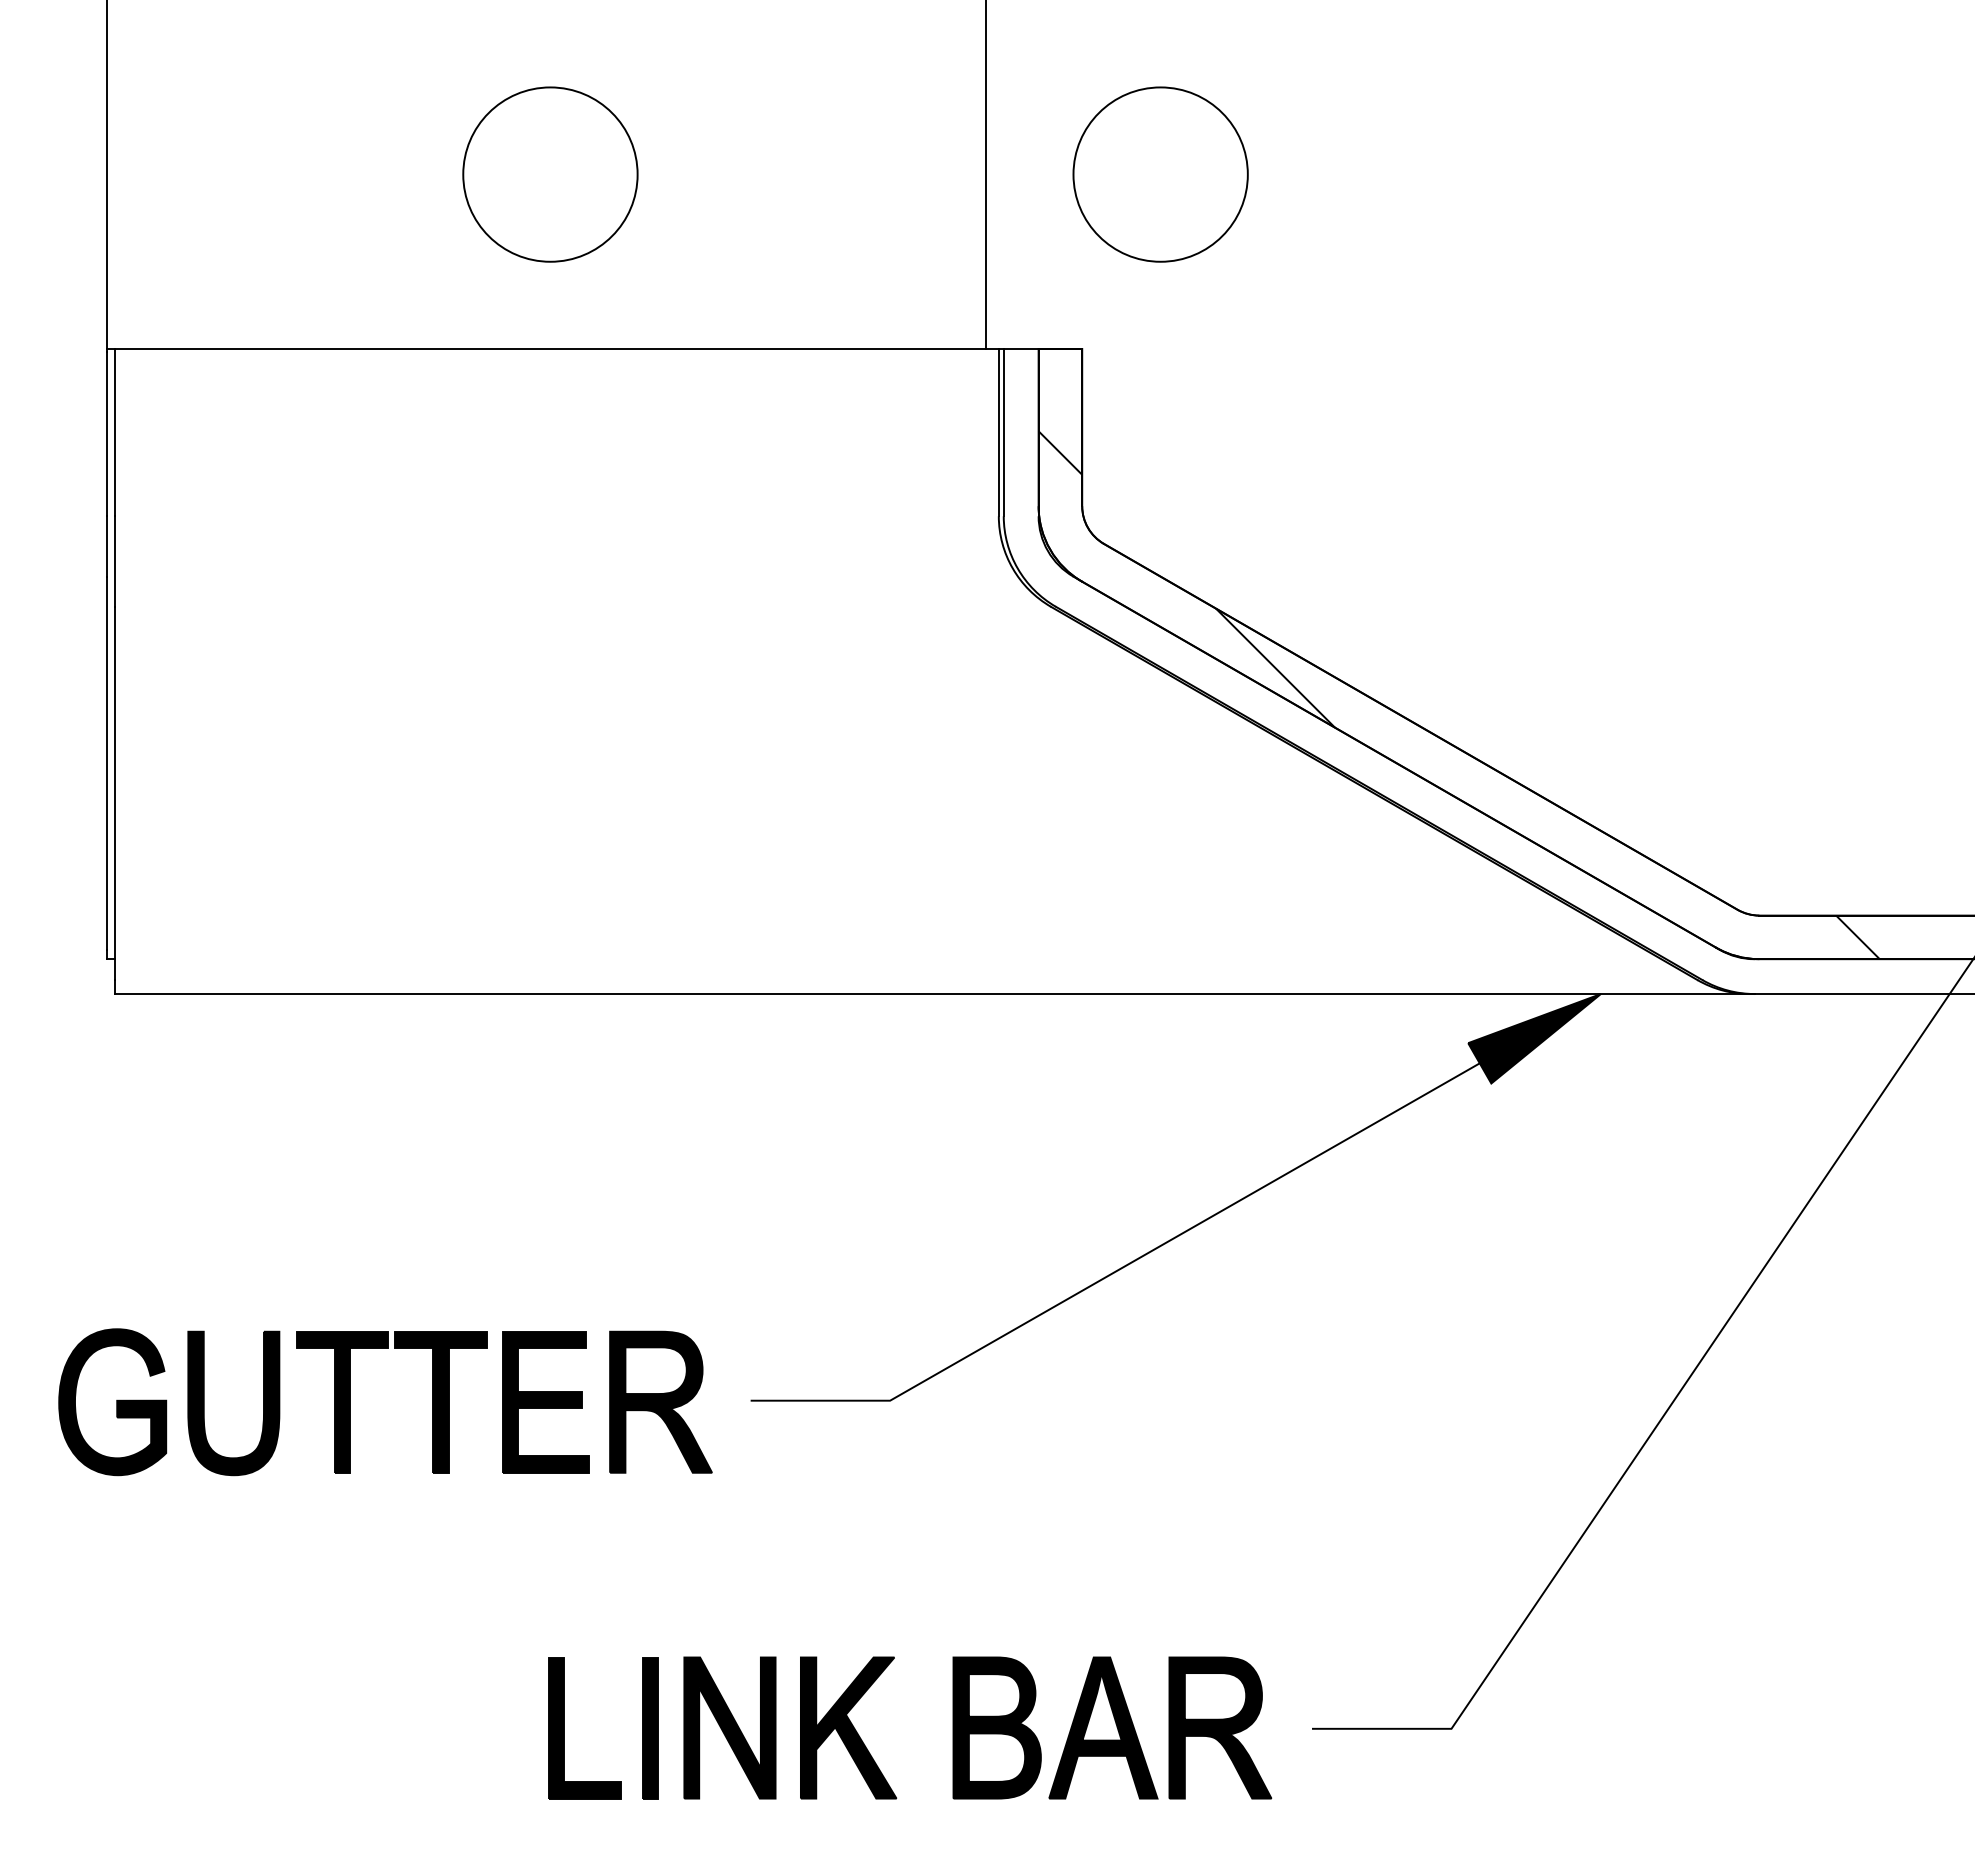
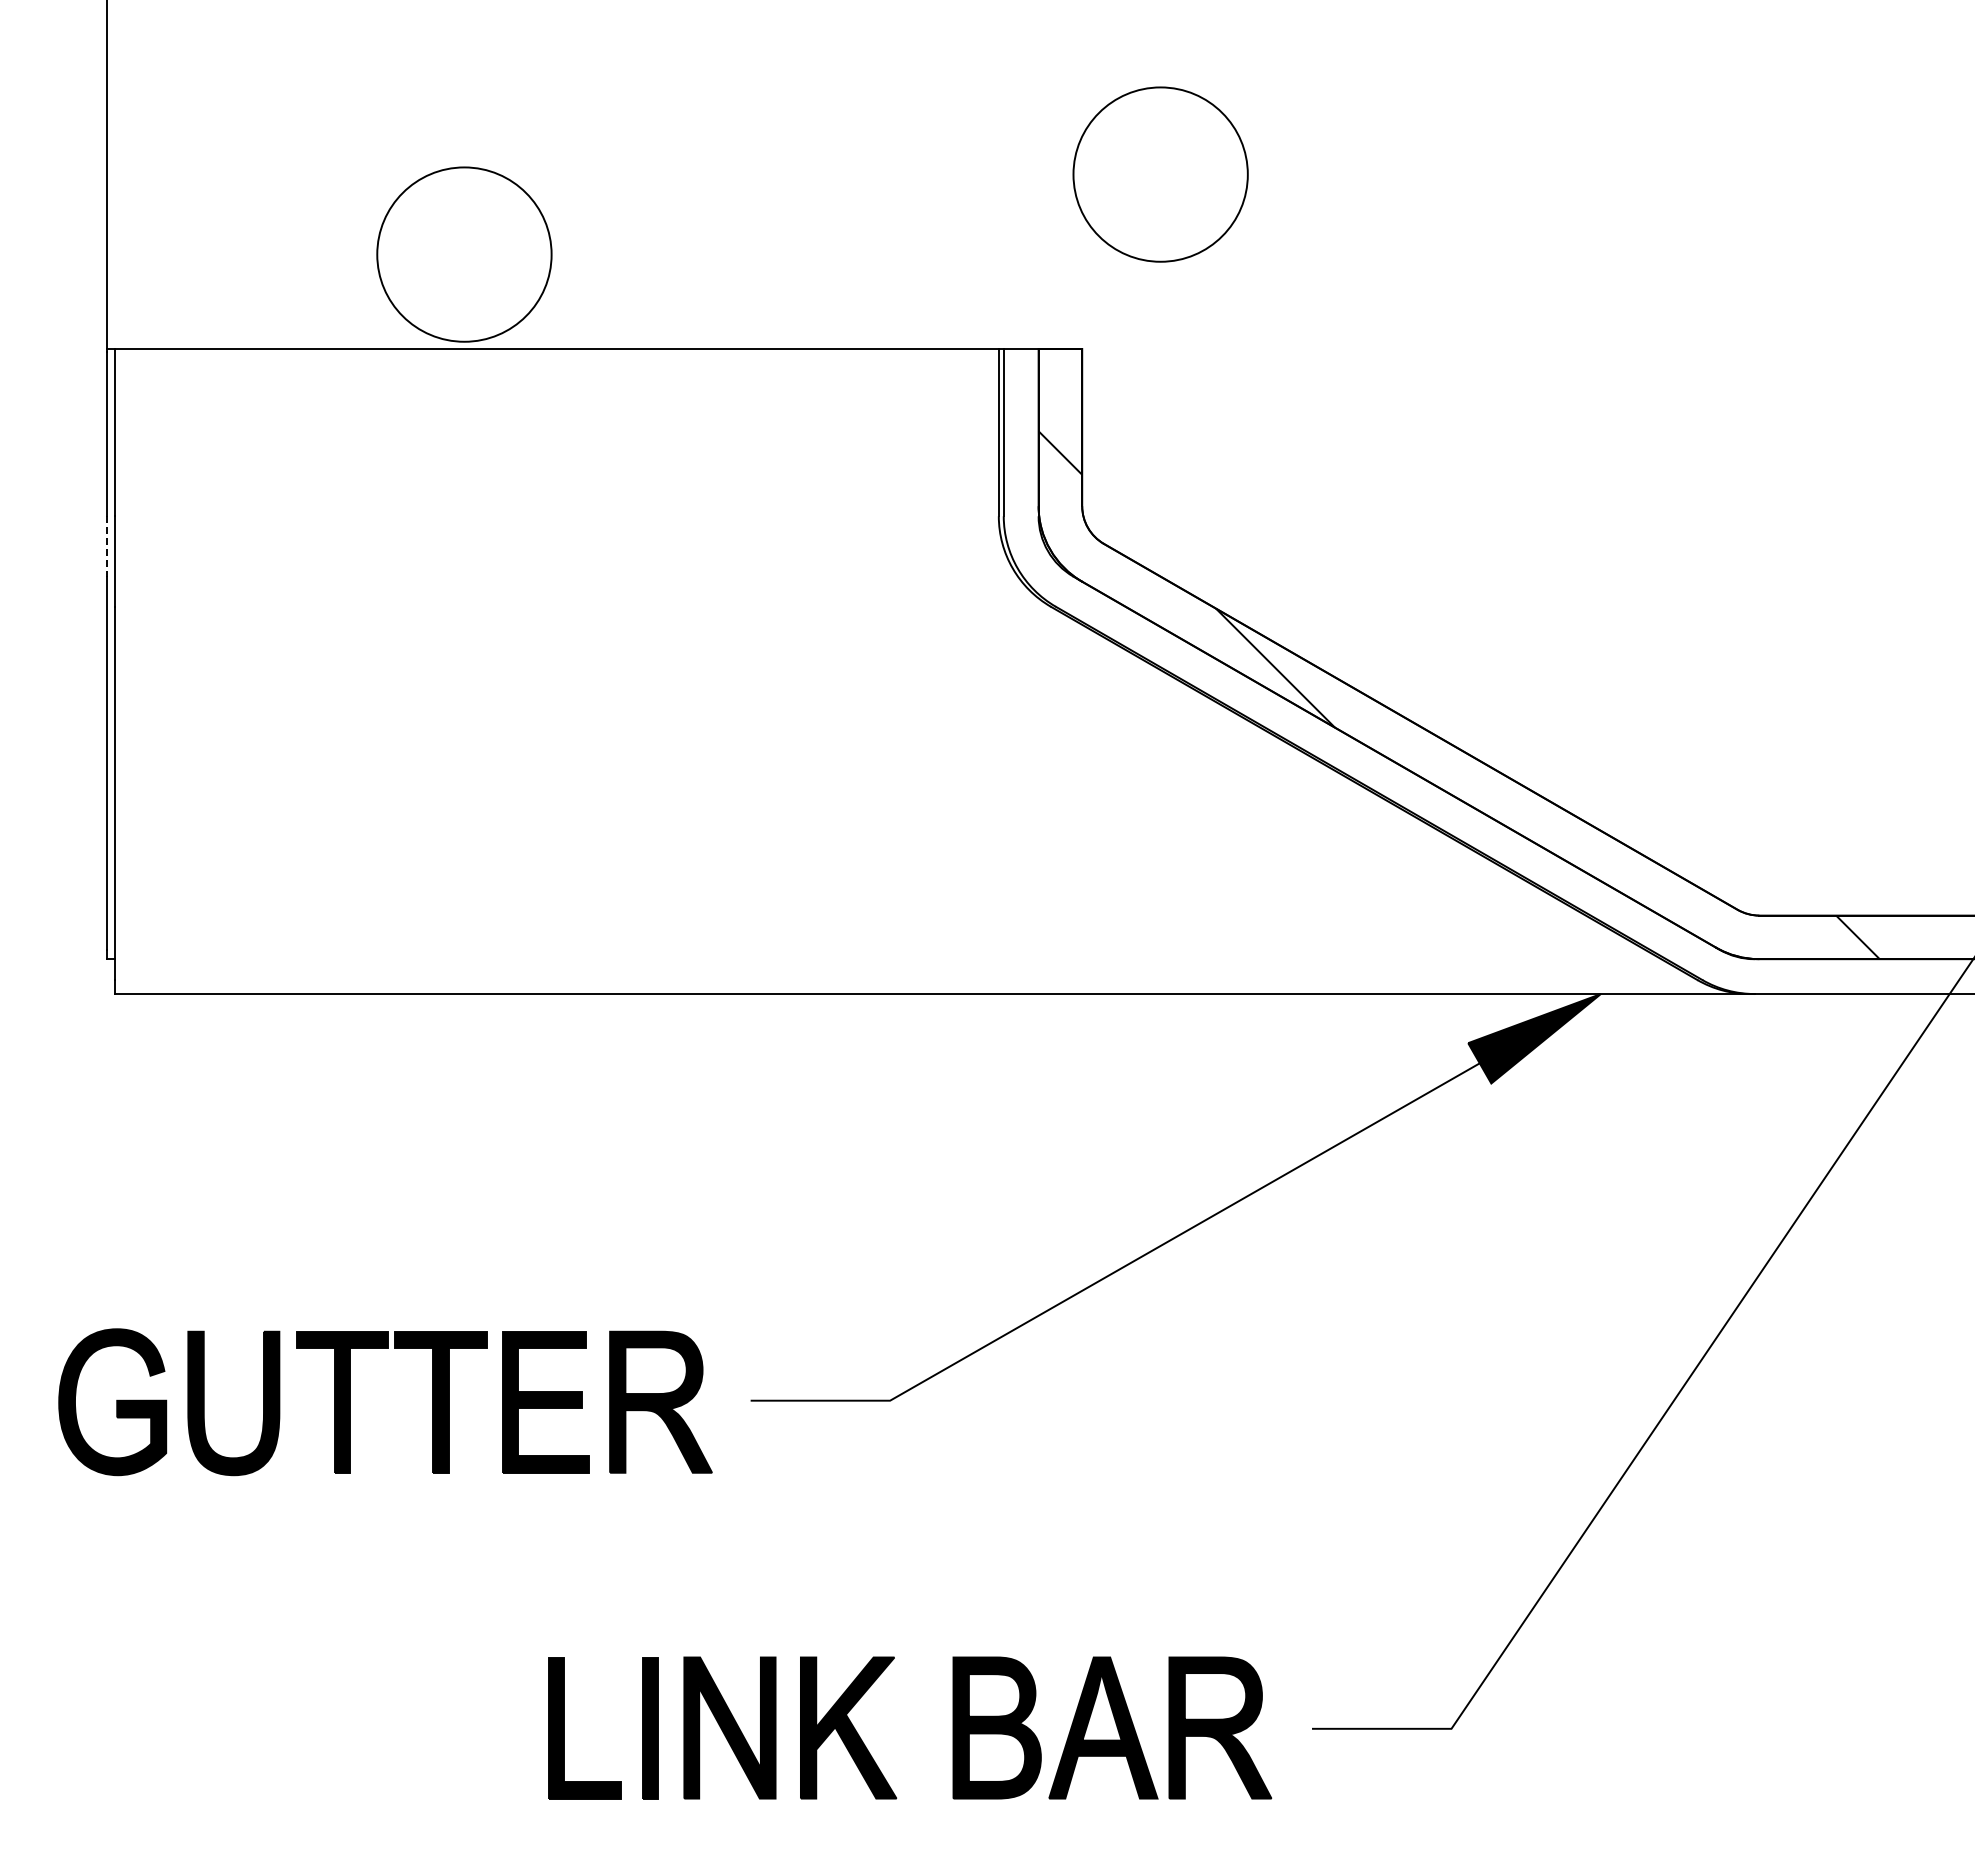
circle at (550, 174) position: (550, 174) -> (464, 254)
line at (986, 175): present -> none
line at (107, 546): solid -> dashed
